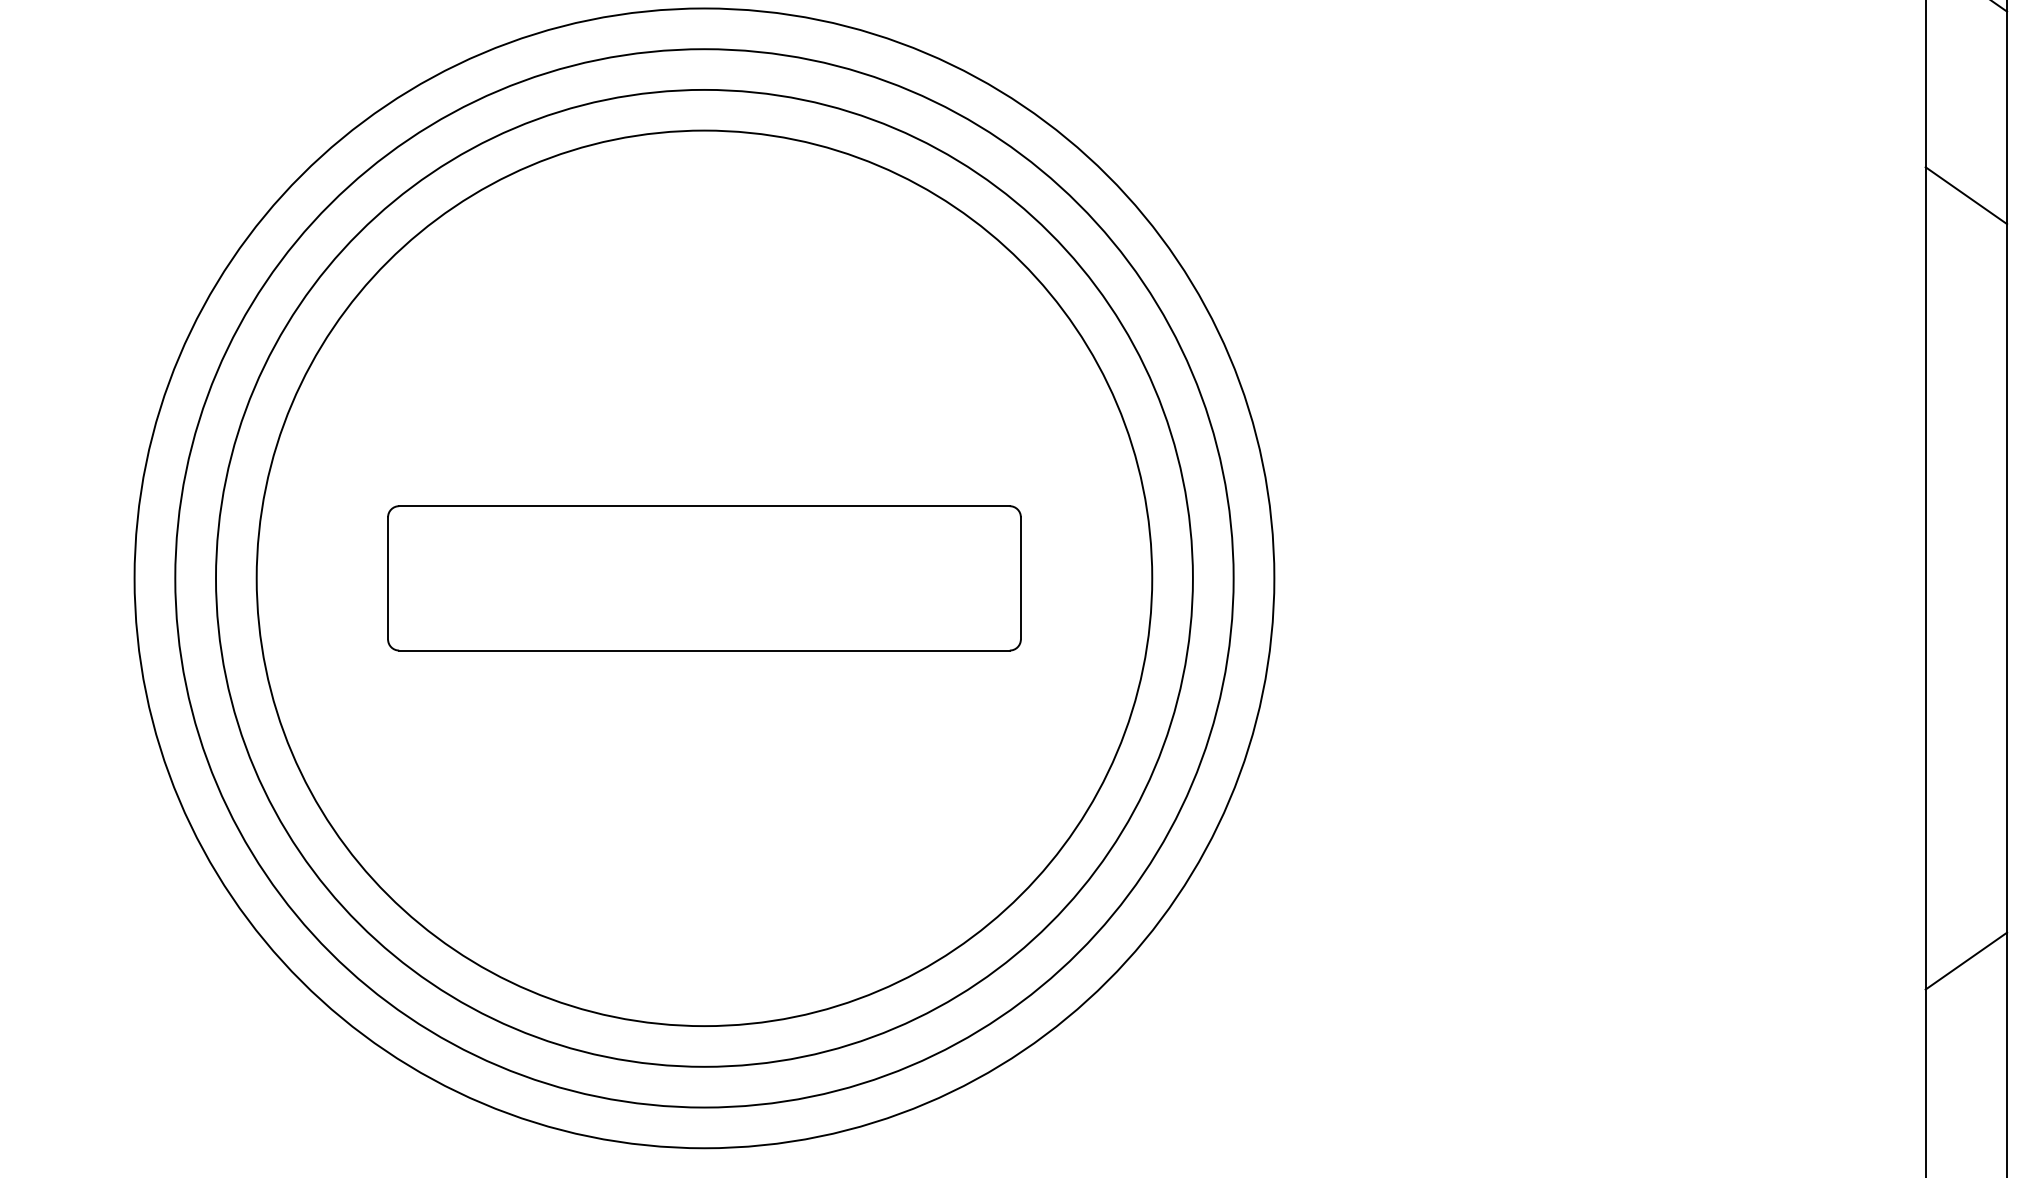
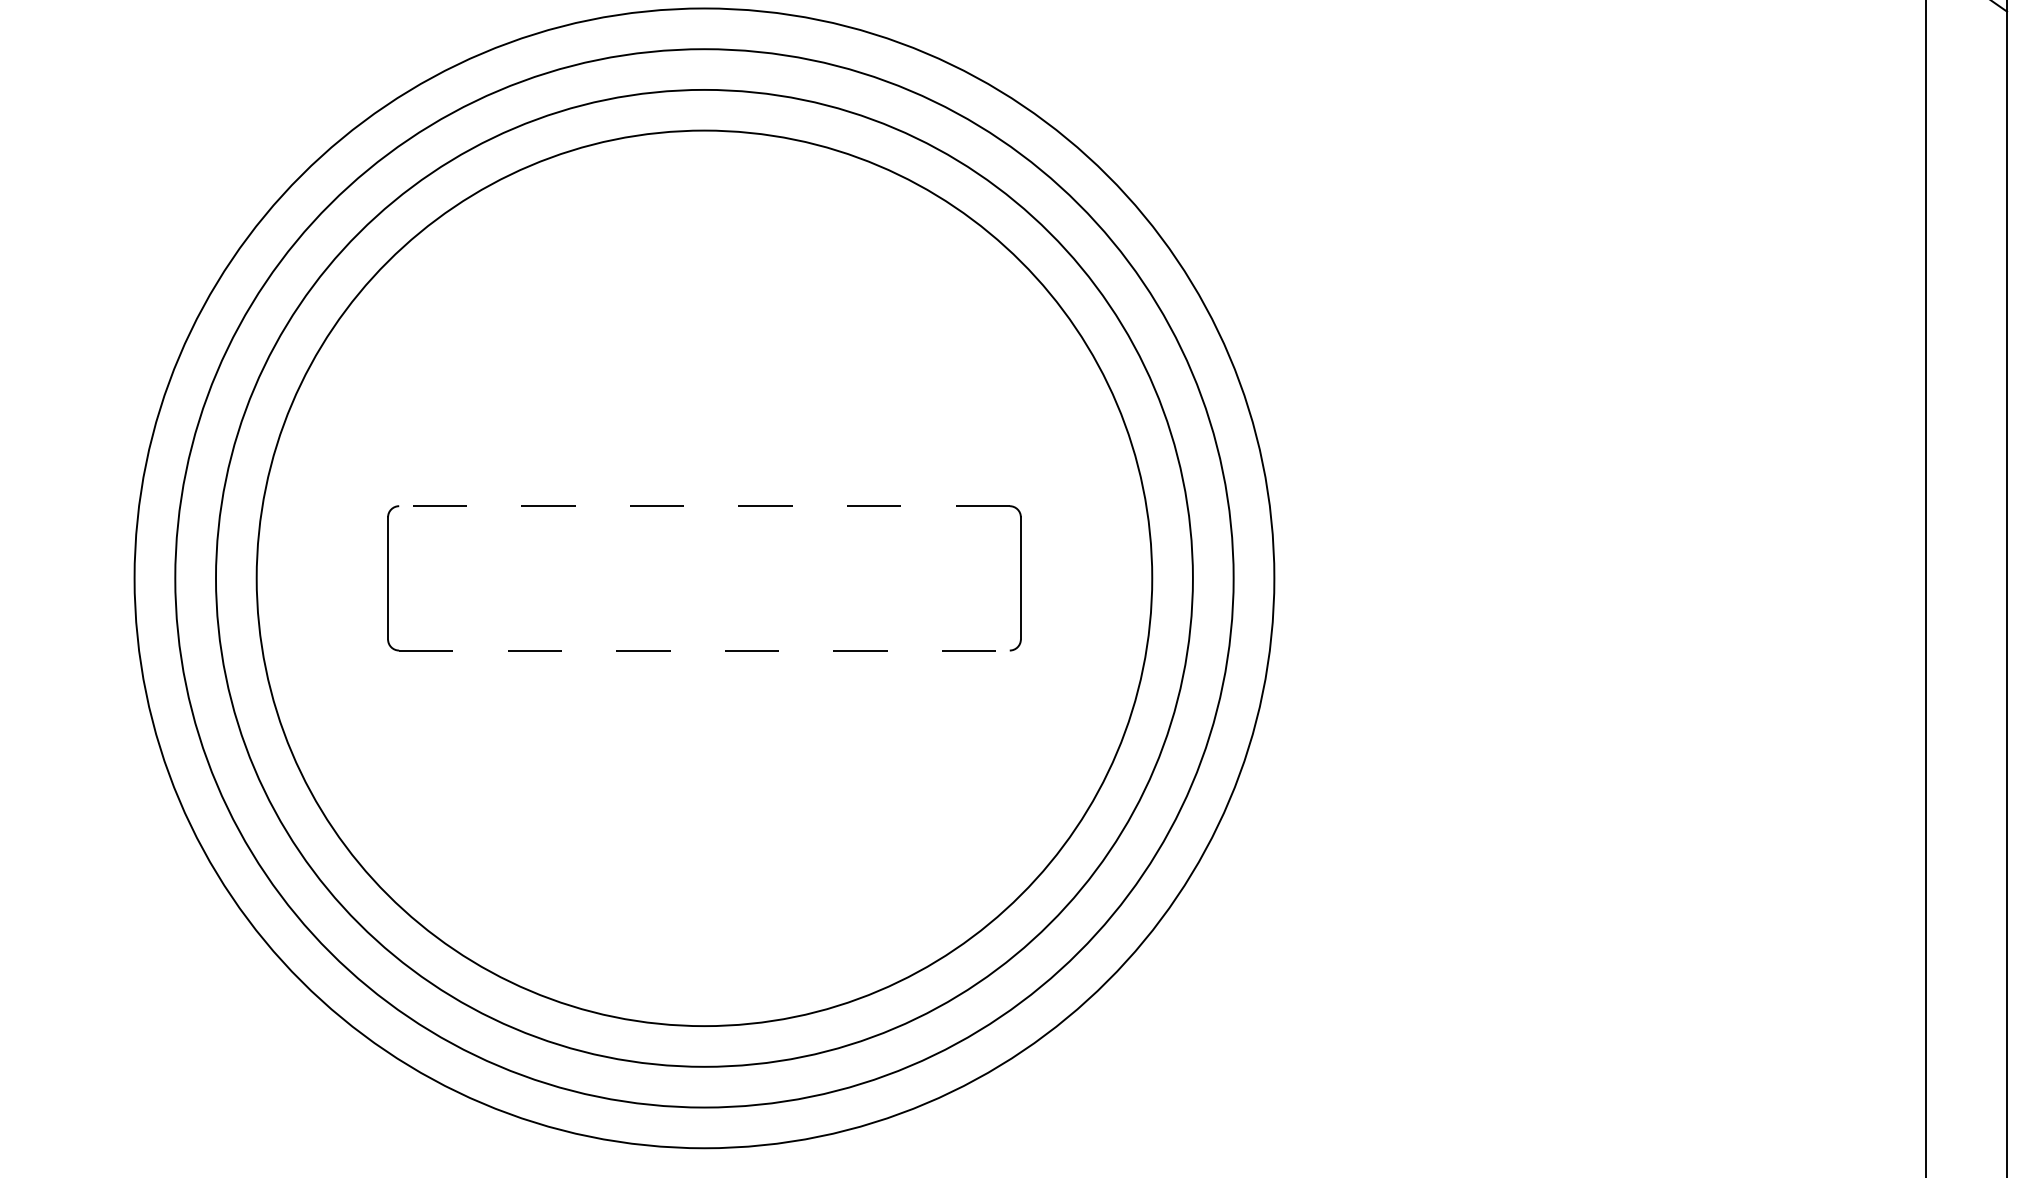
line at (1966, 195): present -> none
line at (703, 506): solid -> dashed
line at (704, 650): solid -> dashed
line at (1966, 960): present -> none
